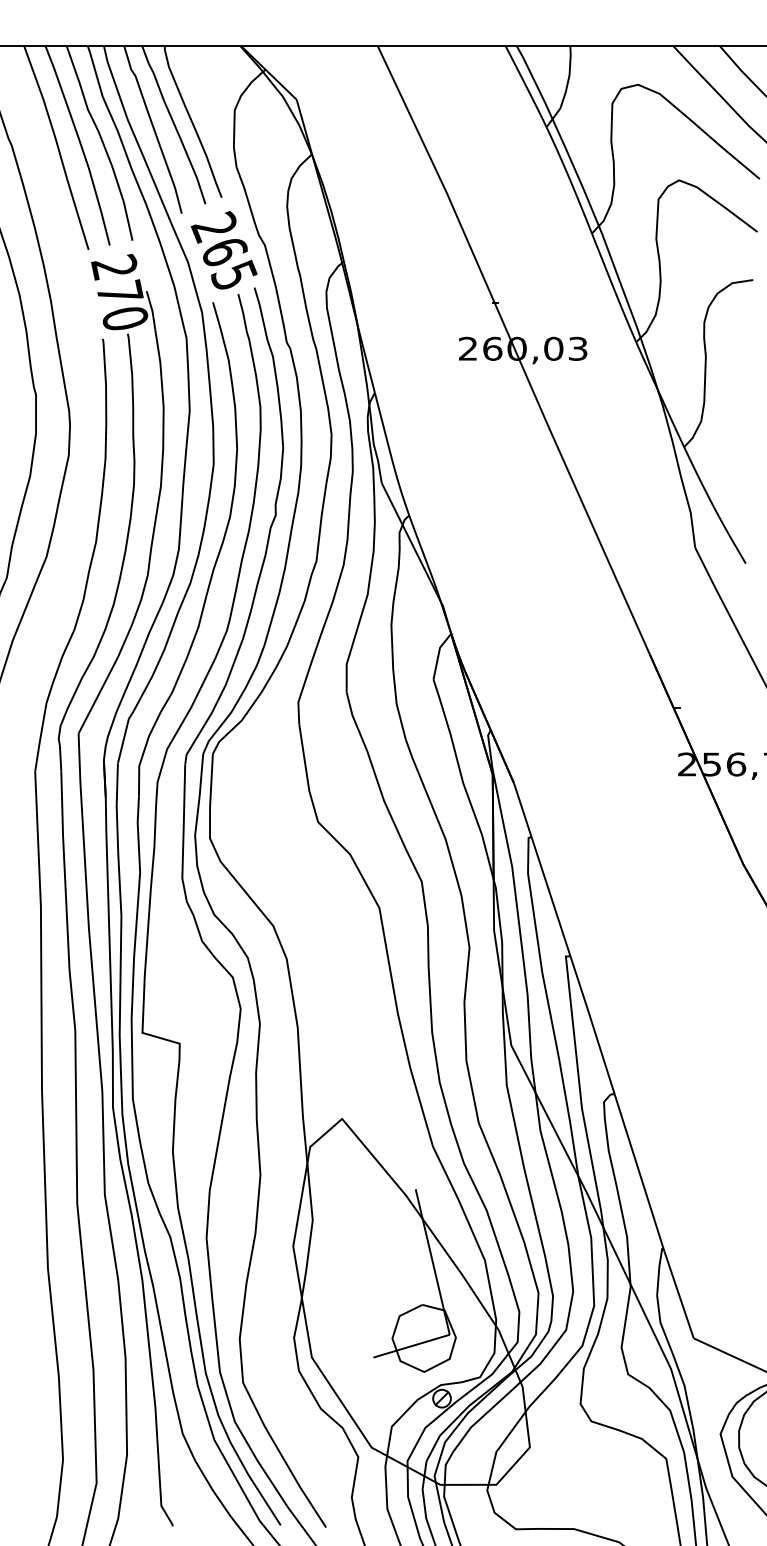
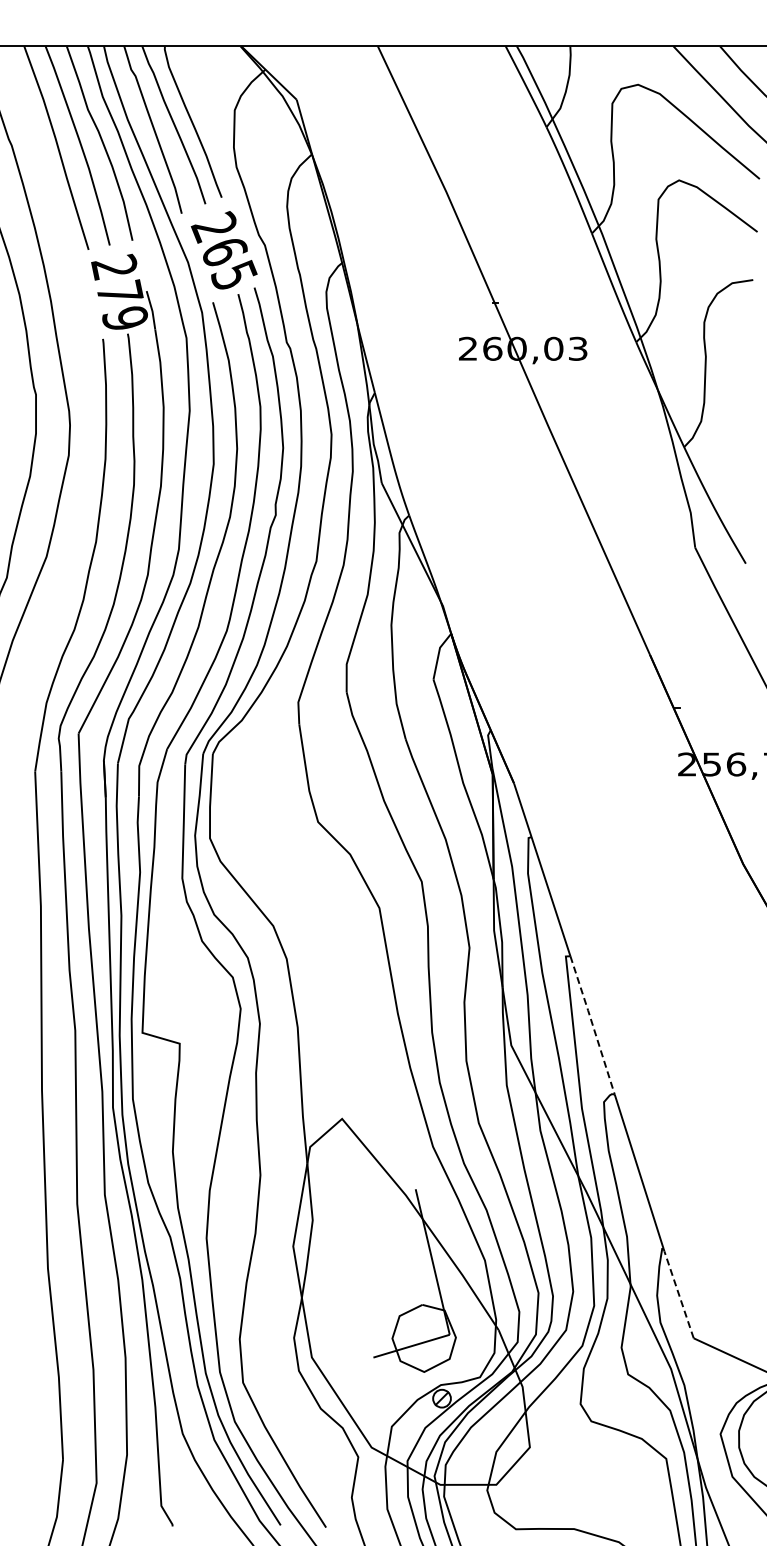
text at (125, 318): 270 -> 279
line at (592, 1024): solid -> dashed
line at (679, 1294): solid -> dashed
